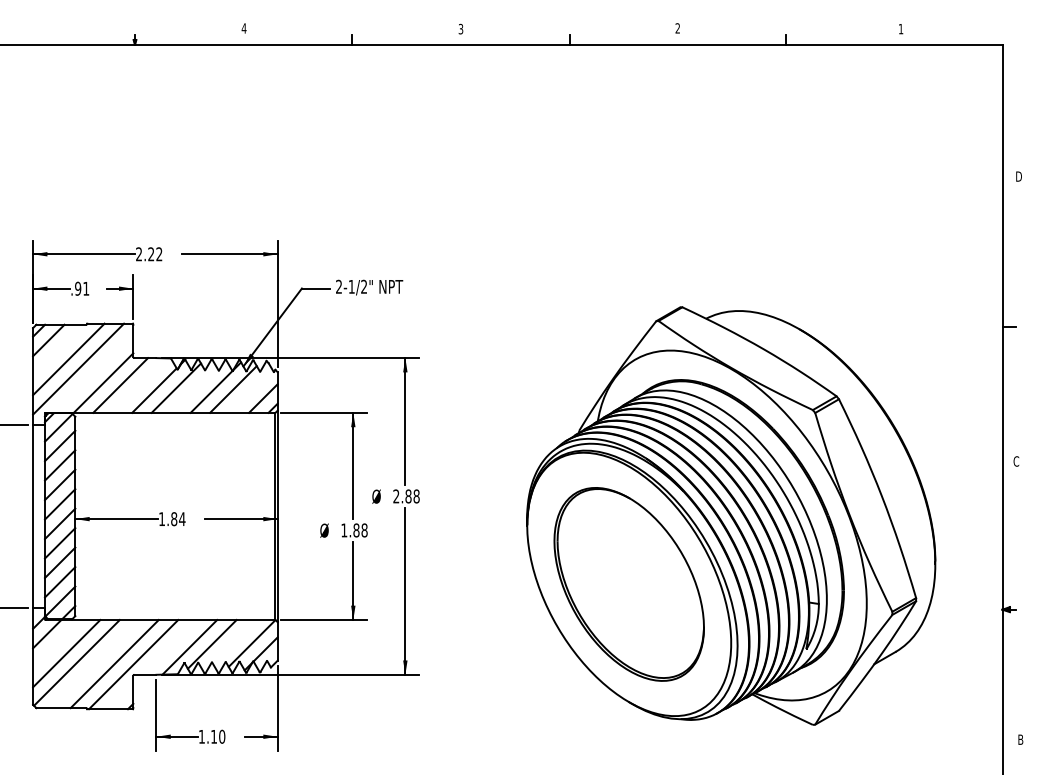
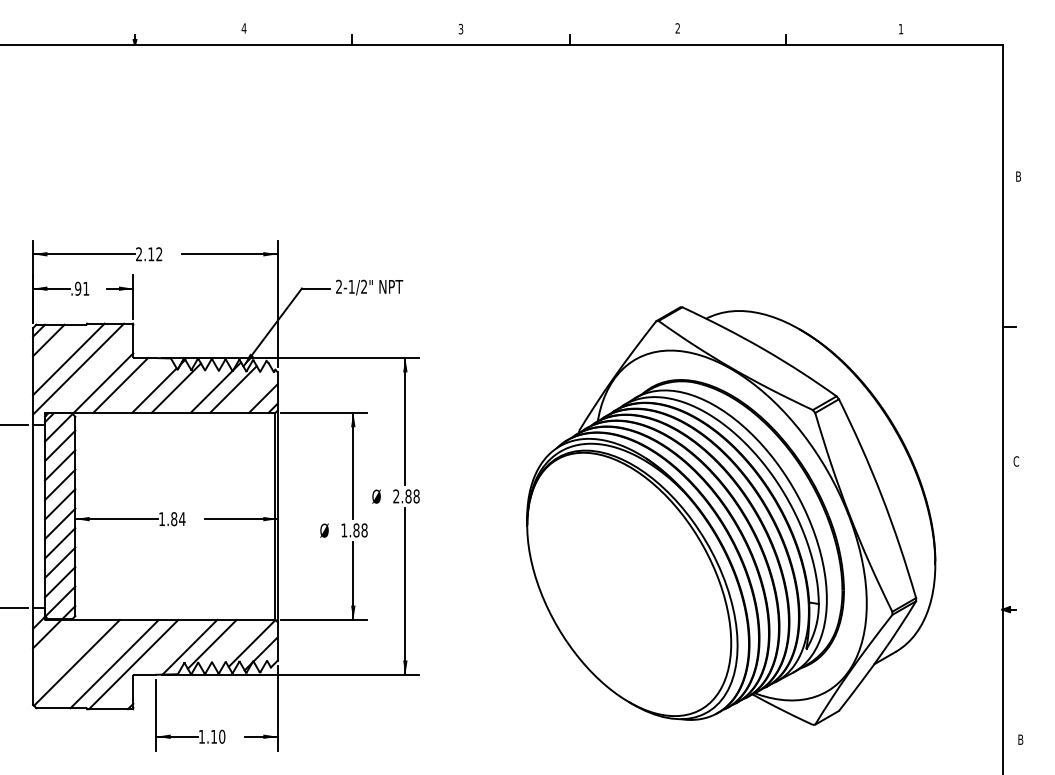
text at (1019, 176): D -> B
text at (151, 254): 2.22 -> 2.12
part at (628, 584): present -> none
line at (66, 653): present -> none
